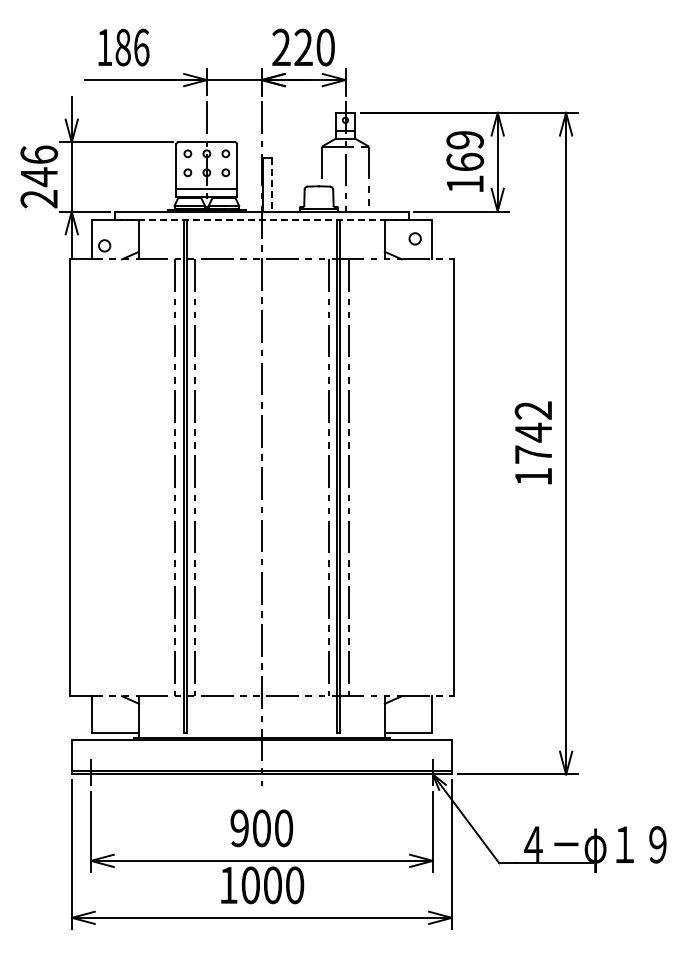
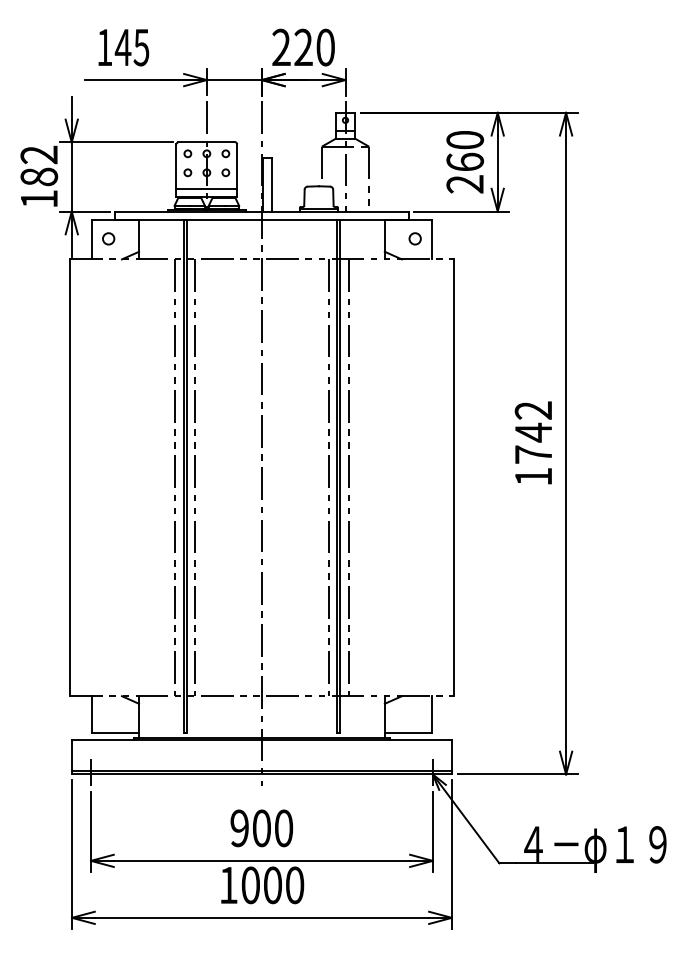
text at (131, 47): 186 -> 145
text at (465, 162): 169 -> 260
text at (39, 176): 246 -> 182
line at (272, 184): dashed -> solid
line at (261, 219): dashed -> solid
circle at (104, 245) position: (104, 245) -> (108, 238)
